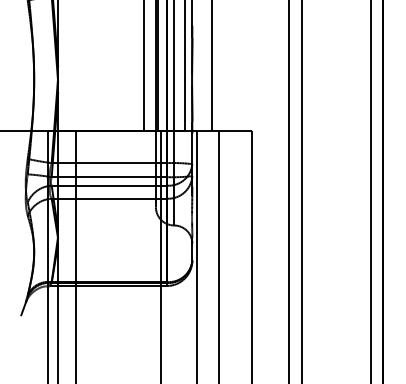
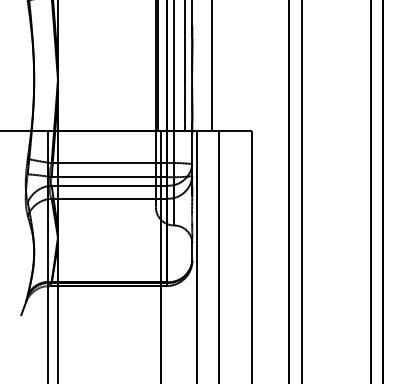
line at (144, 66): present -> none
line at (75, 255): present -> none
